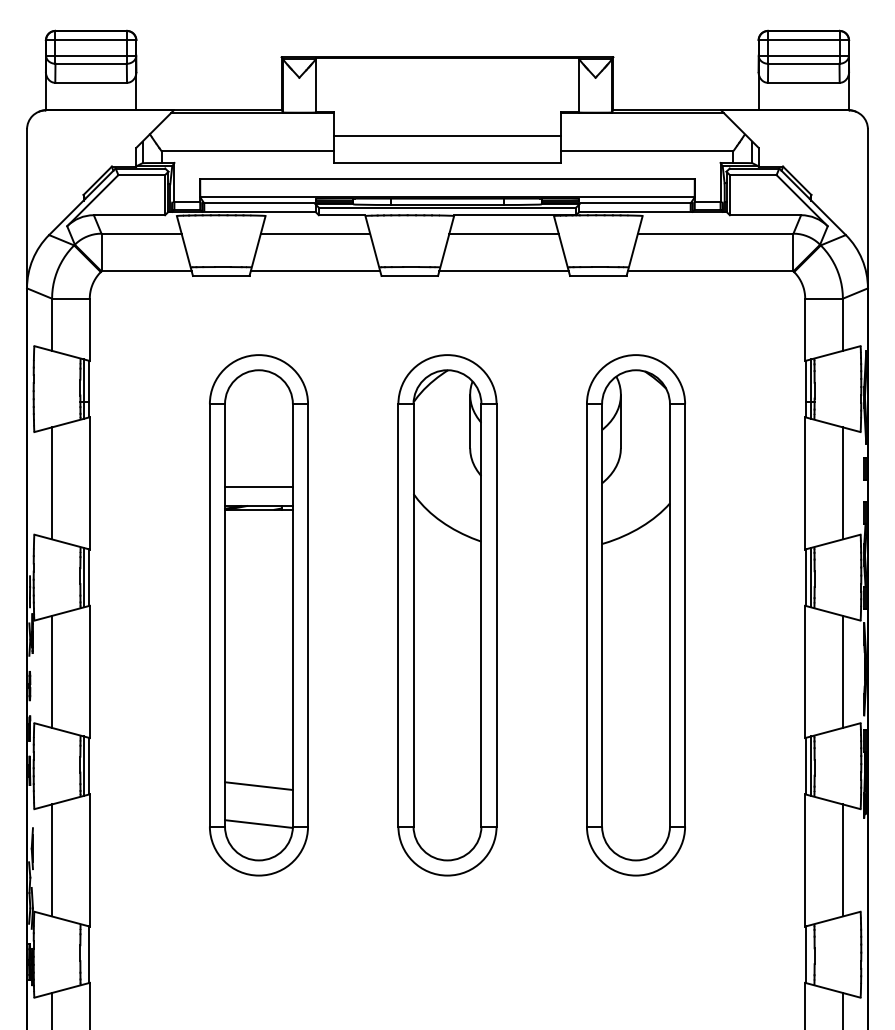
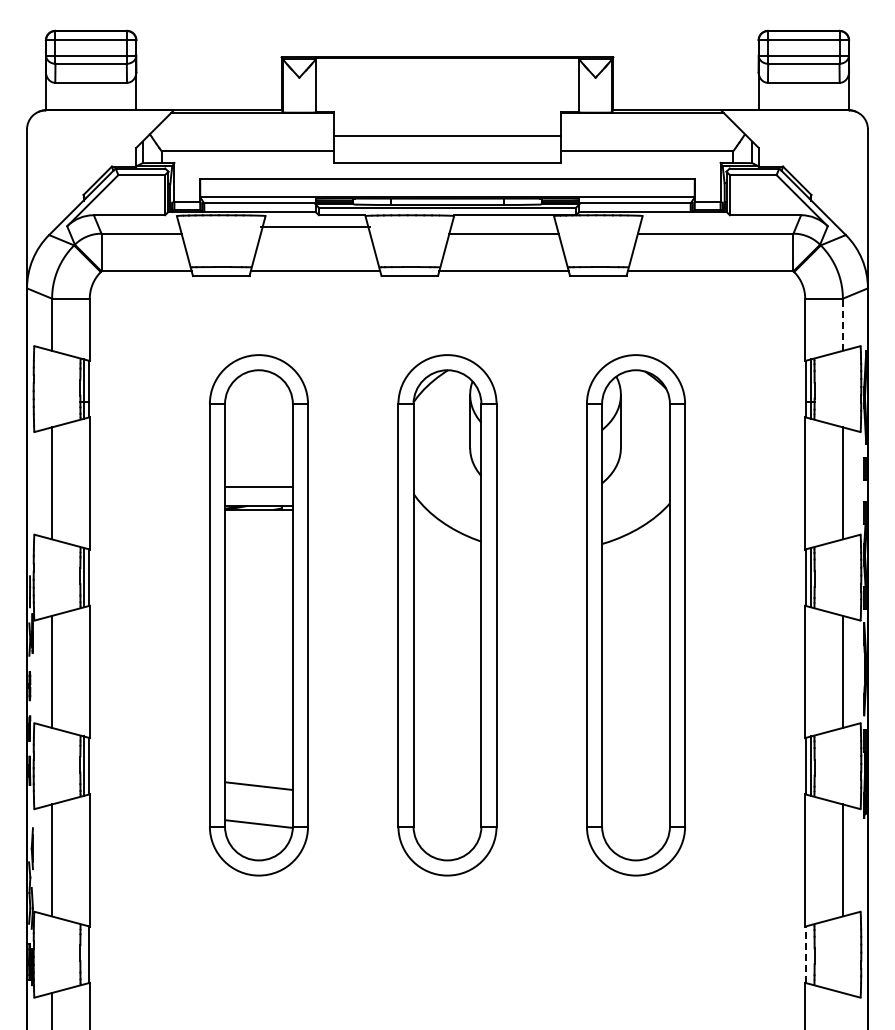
line at (315, 233) position: (315, 233) -> (315, 226)
line at (842, 324): solid -> dashed
line at (805, 954): solid -> dashed
line at (842, 1009): present -> none
